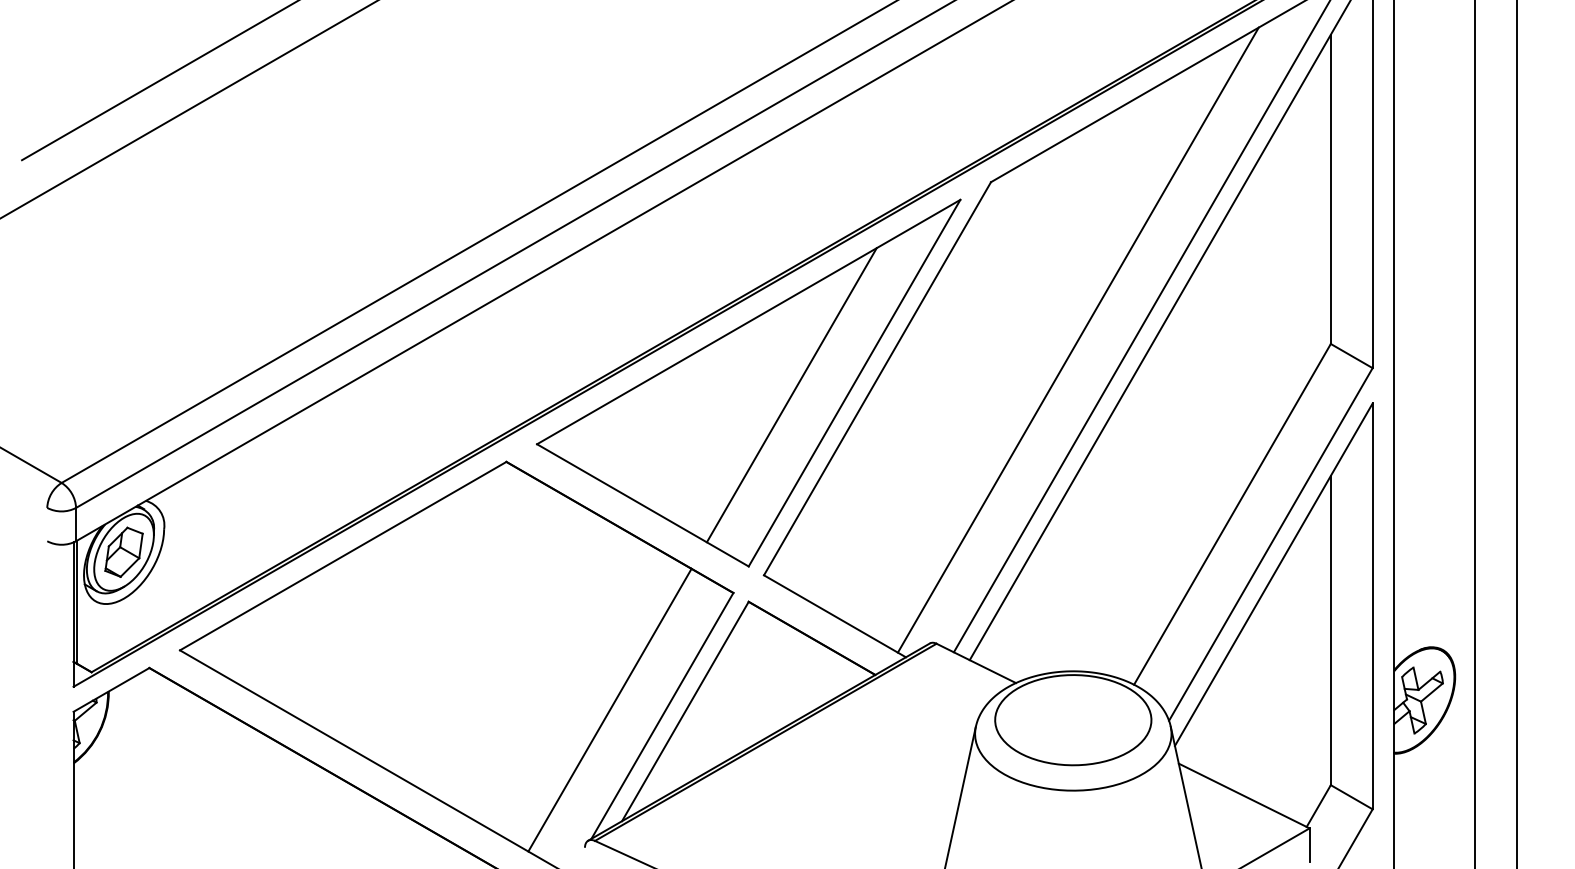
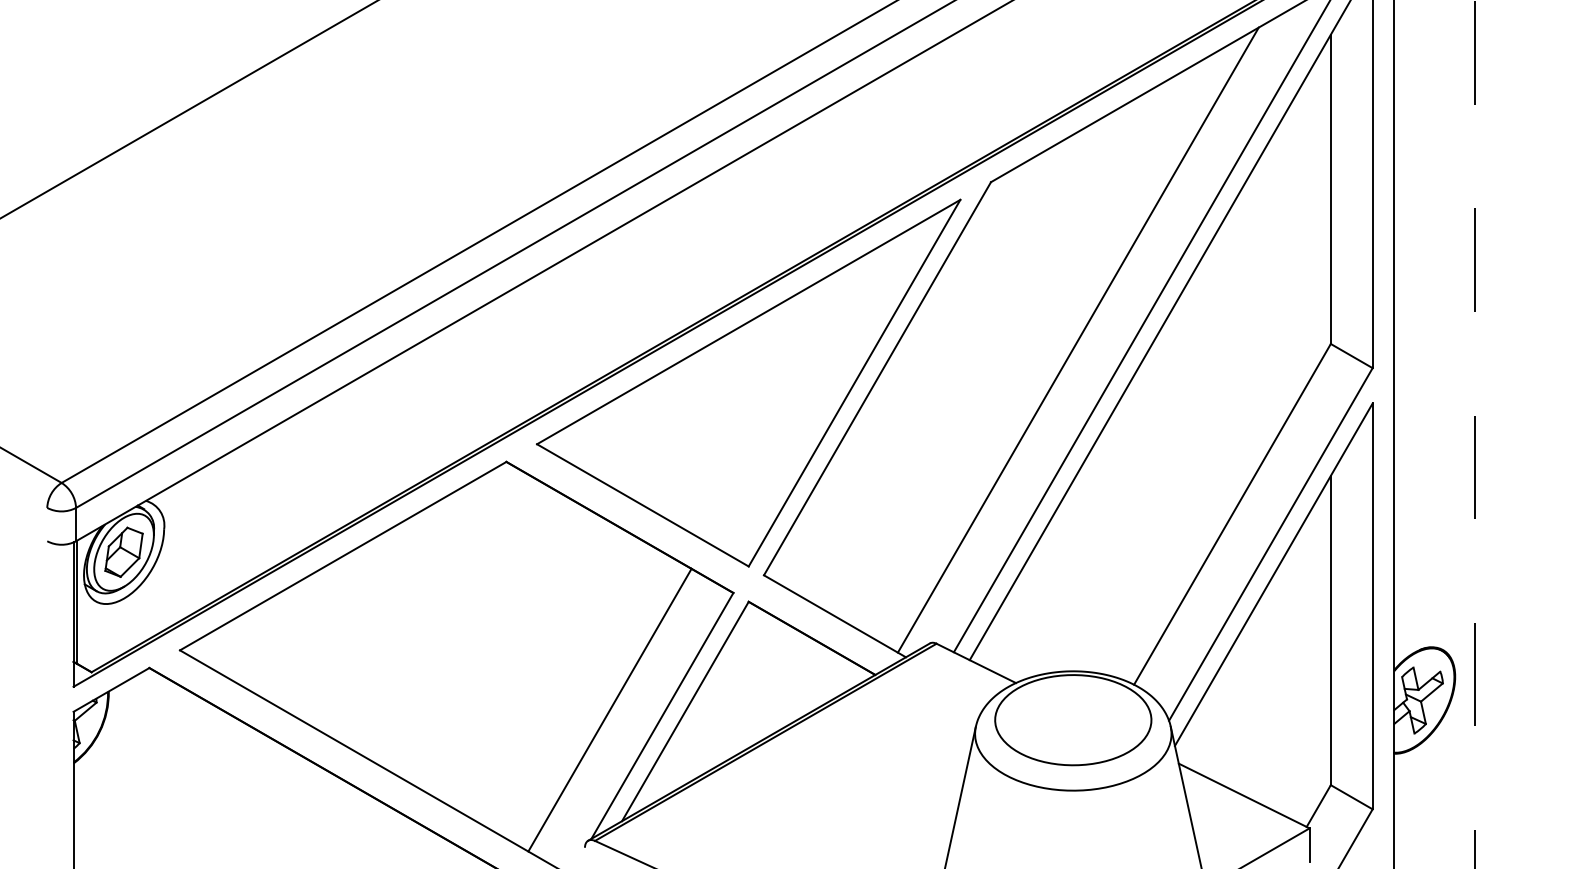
line at (158, 81): present -> none
line at (791, 395): present -> none
line at (1516, 433): present -> none
line at (1475, 434): solid -> dashed
